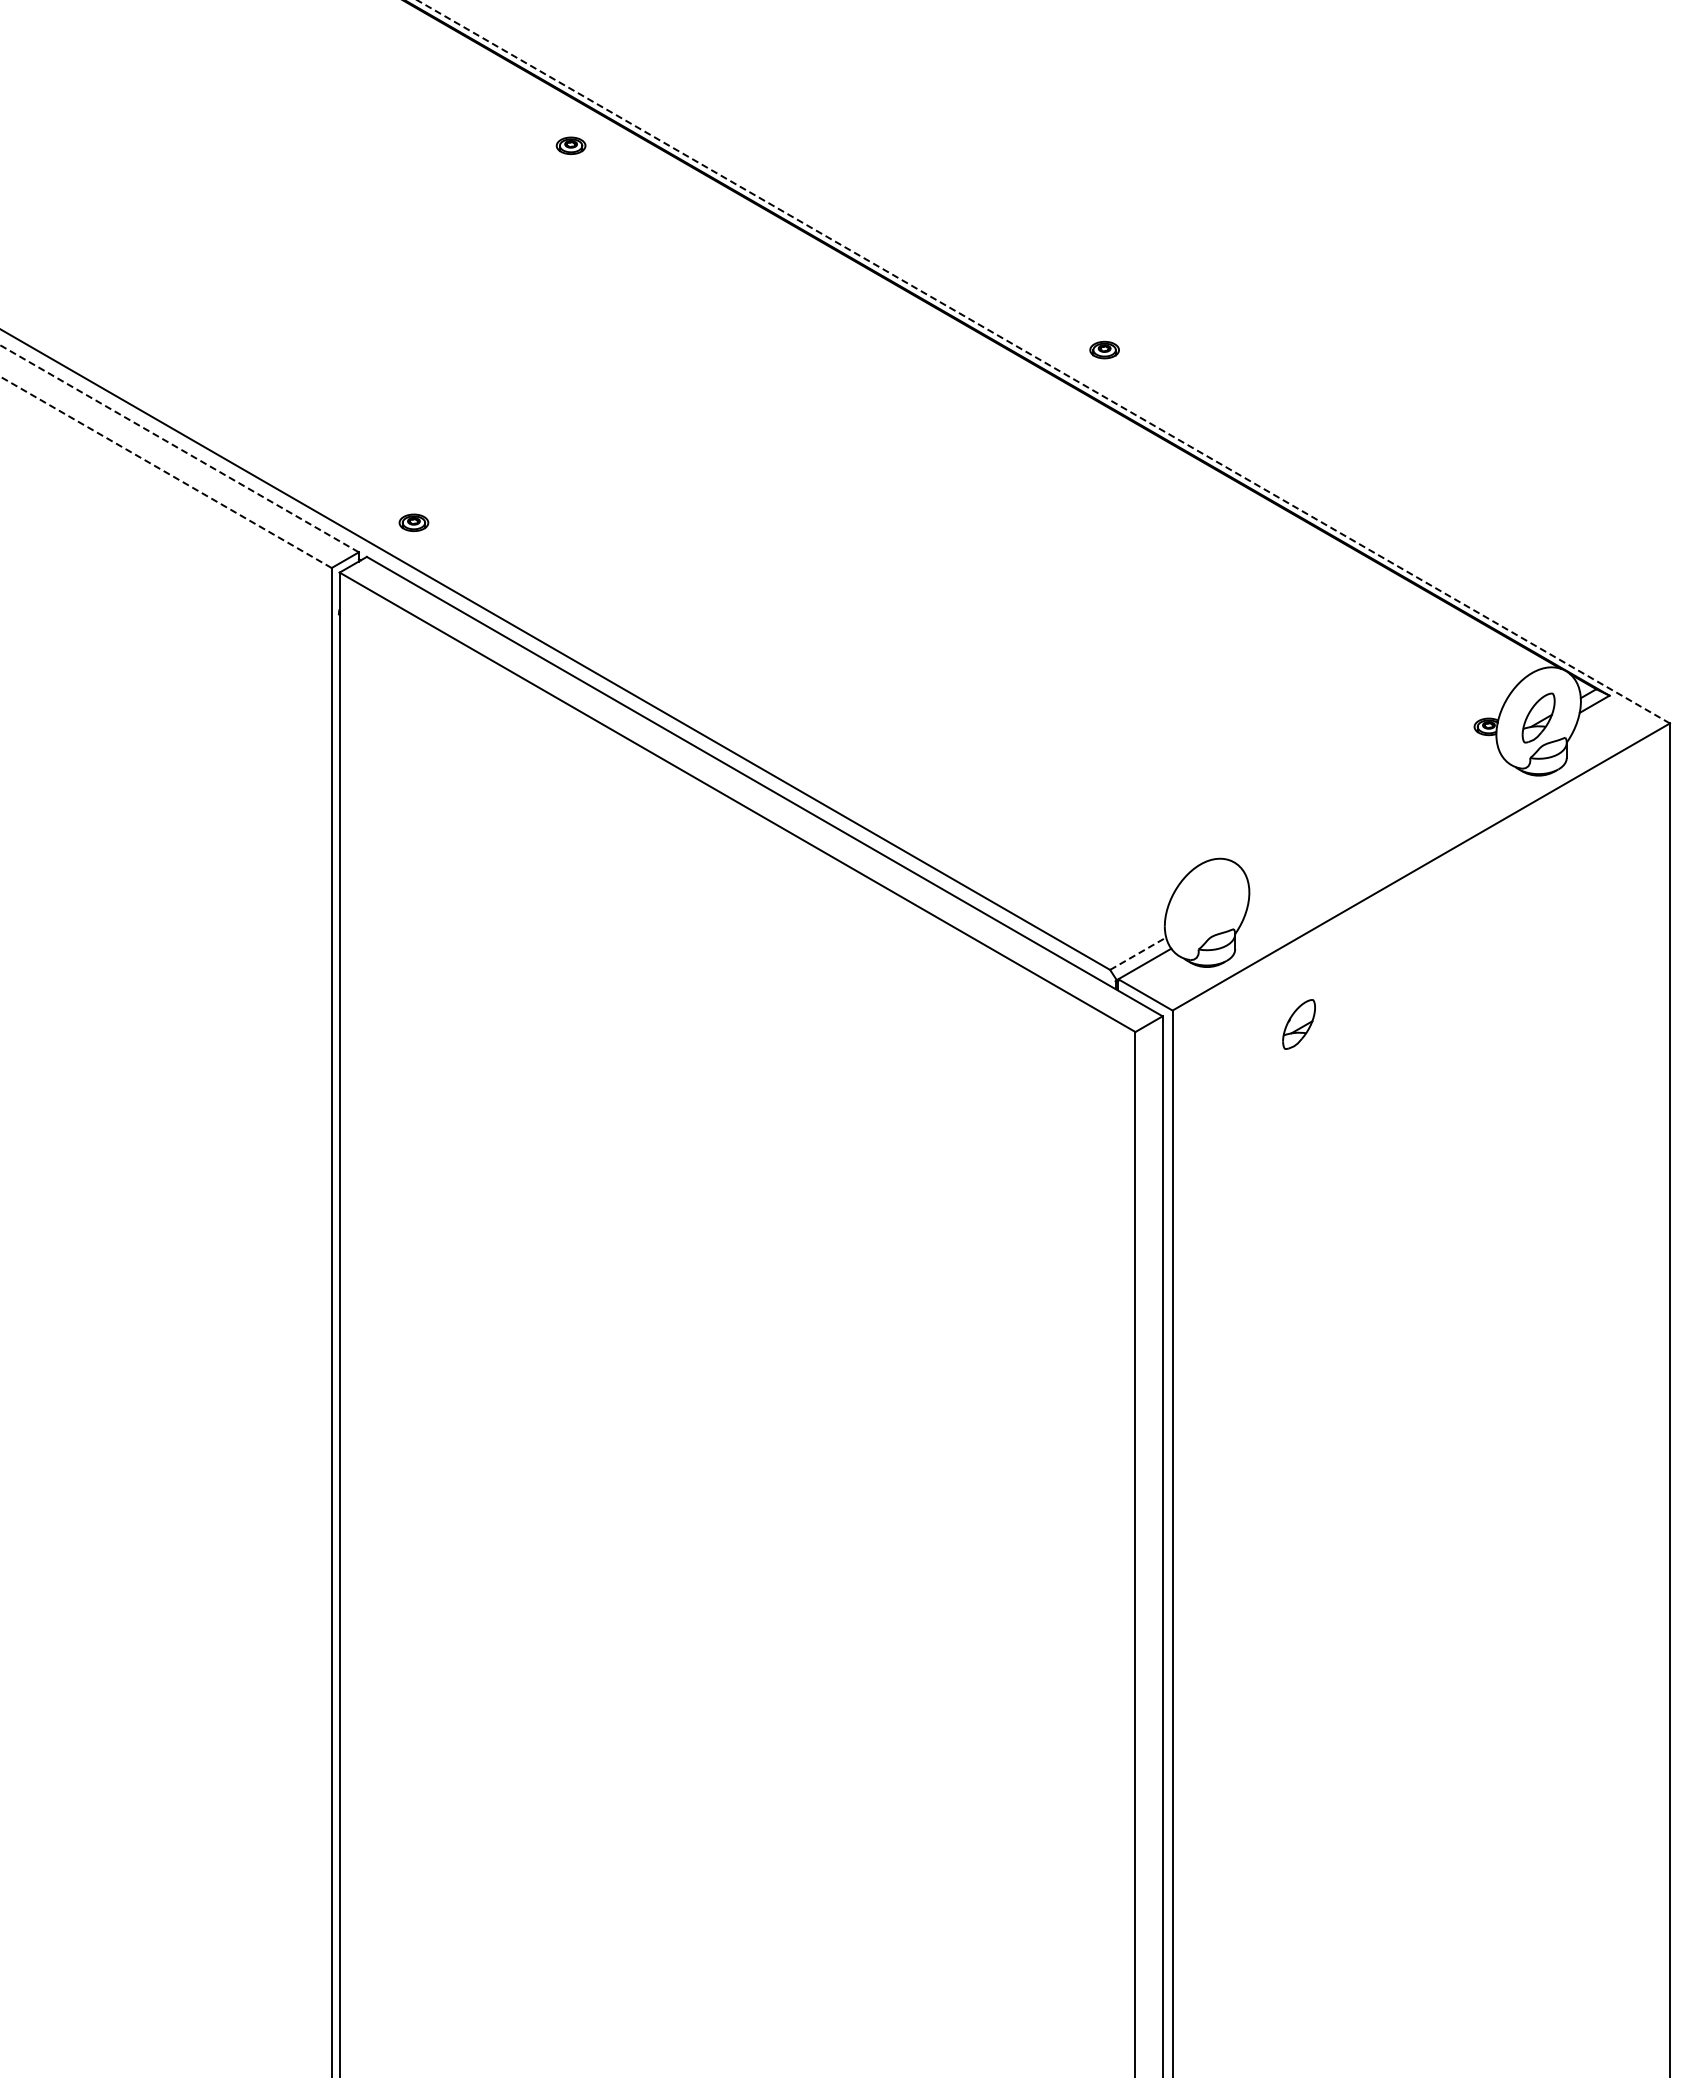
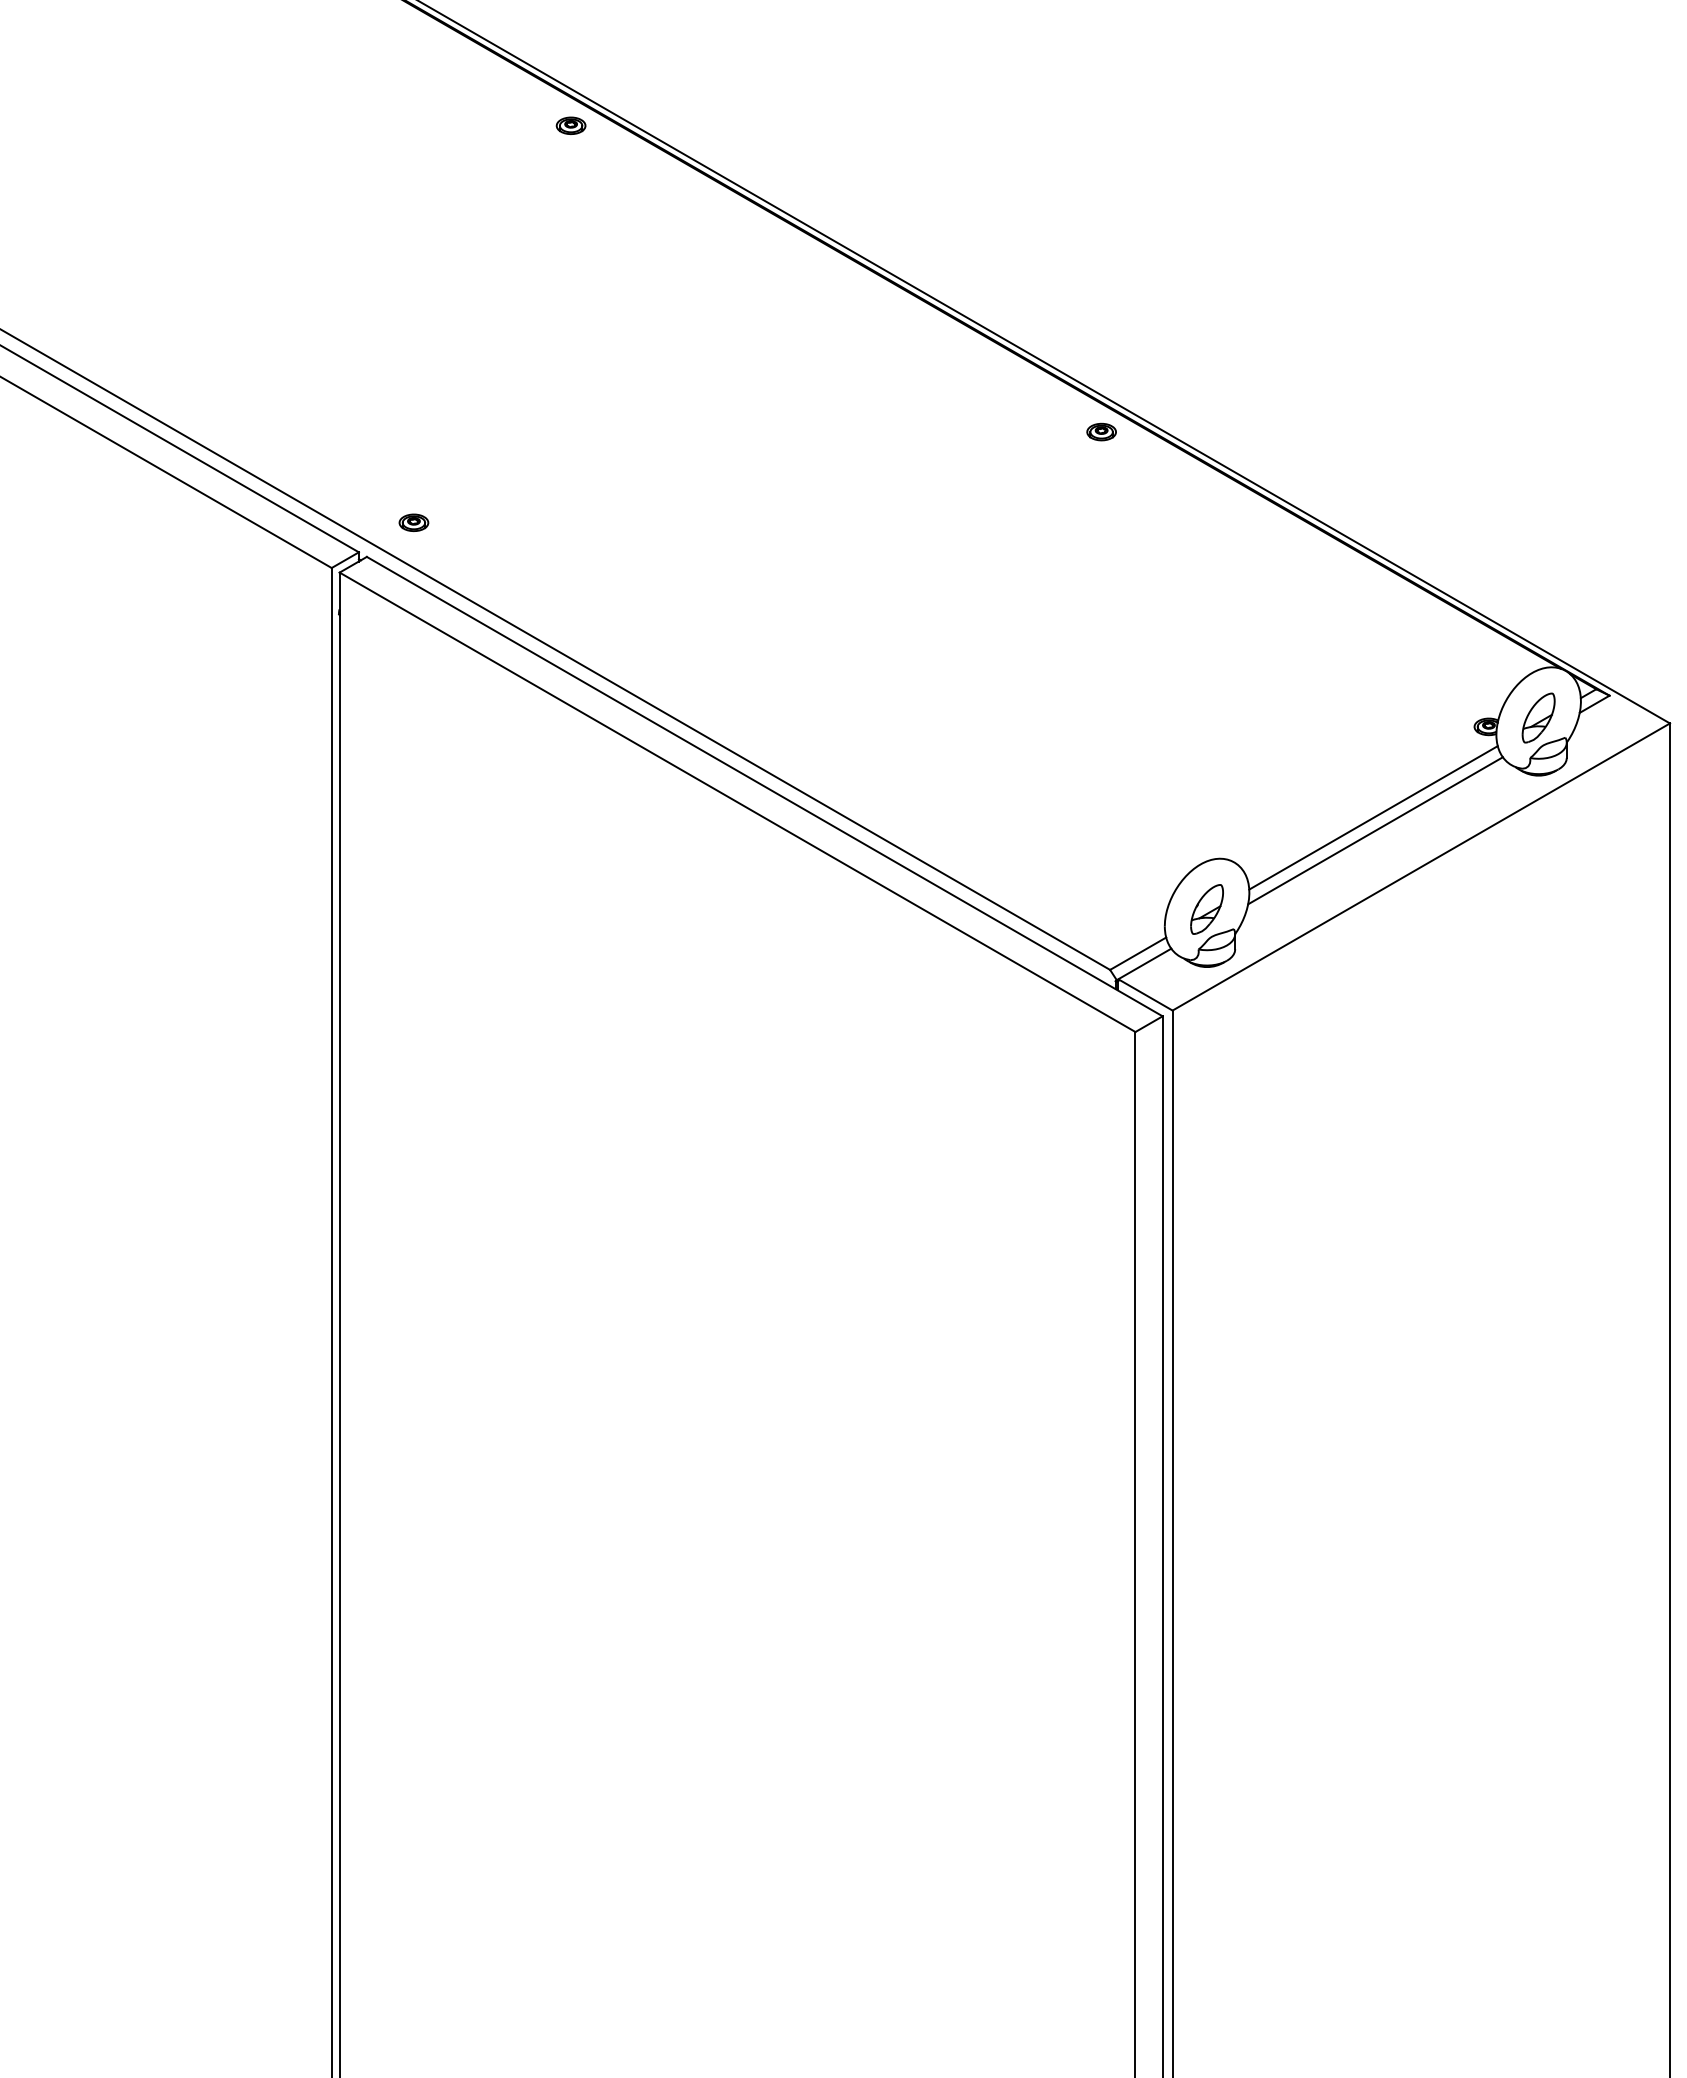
part at (570, 145) position: (570, 145) -> (570, 125)
part at (1104, 349) position: (1104, 349) -> (1101, 431)
line at (1043, 361): dashed -> solid
line at (179, 448): dashed -> solid
line at (165, 472): dashed -> solid
line at (1373, 817): none -> present
line at (1375, 830): none -> present
line at (1138, 953): dashed -> solid
part at (1298, 1024) position: (1298, 1024) -> (1206, 909)
